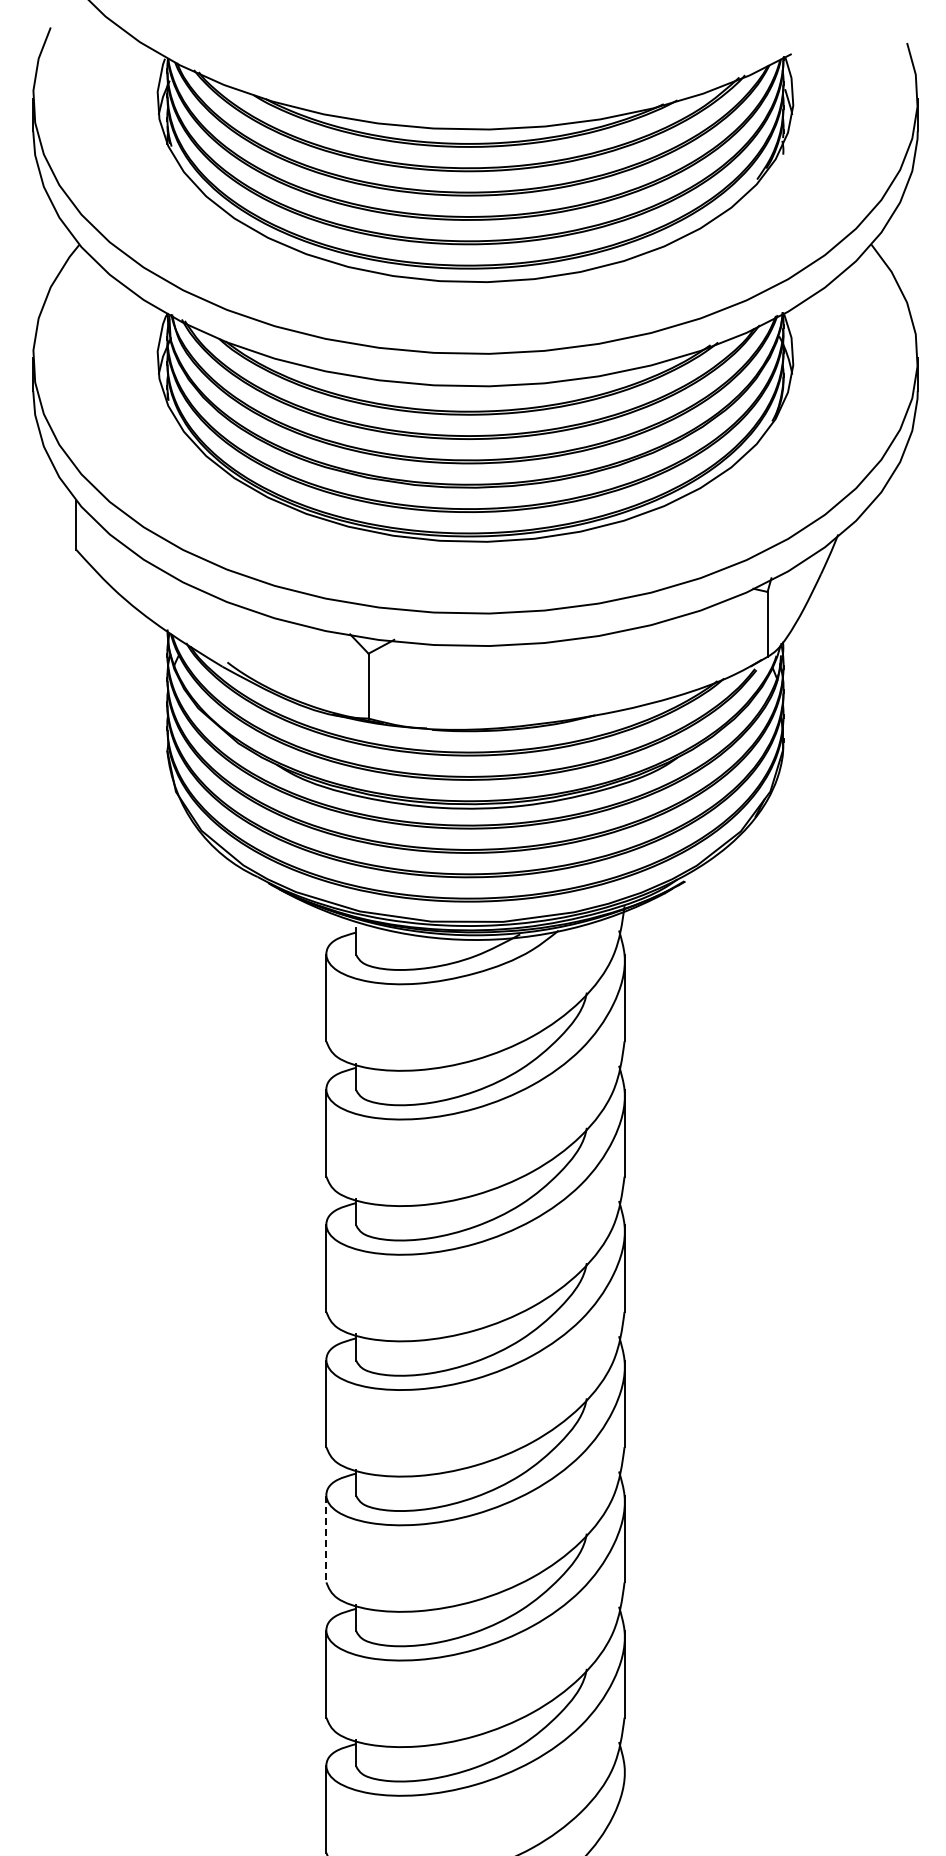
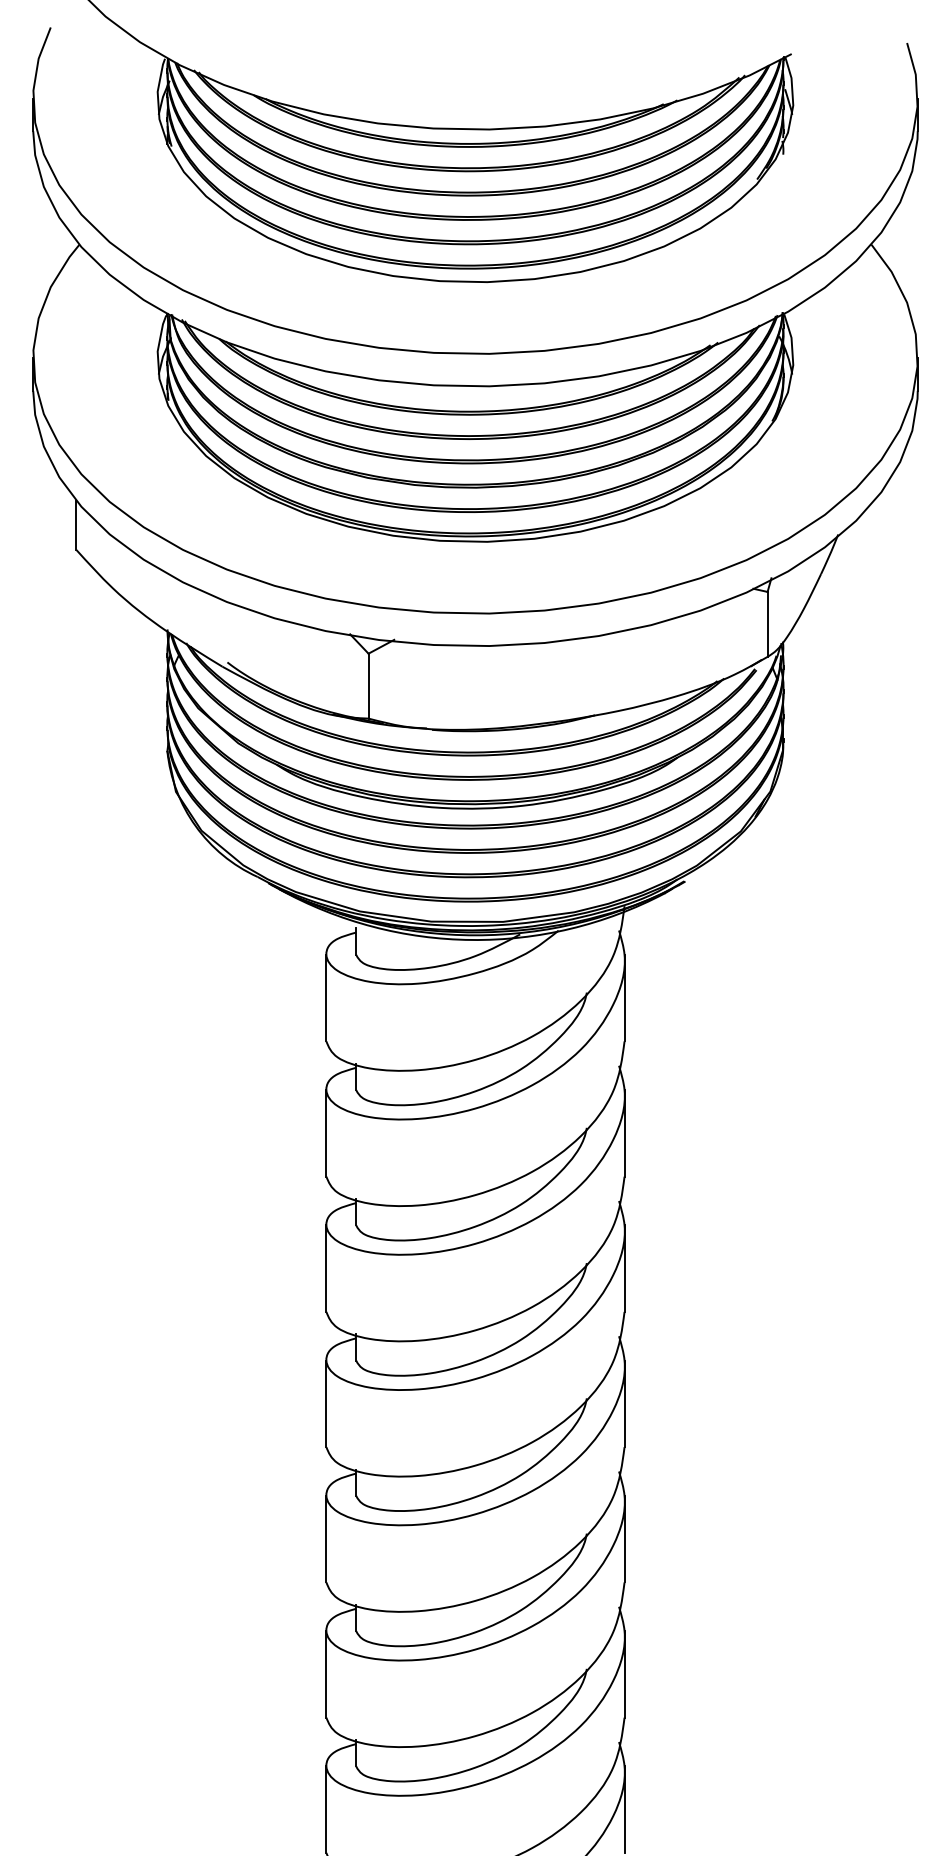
line at (326, 1539): dashed -> solid
line at (624, 1809): none -> present
